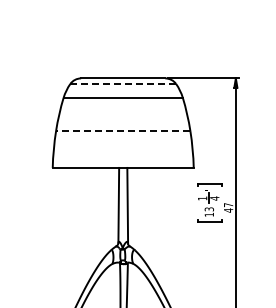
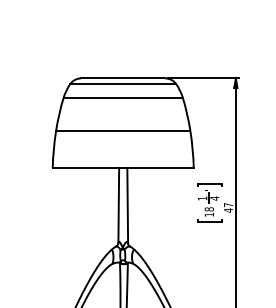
line at (123, 84): dashed -> solid
line at (122, 131): dashed -> solid
text at (208, 209): 13 -> 18
